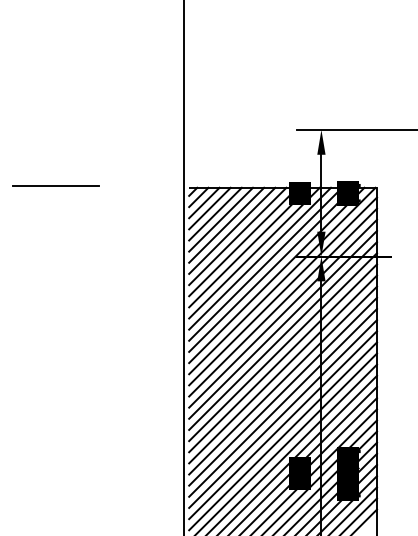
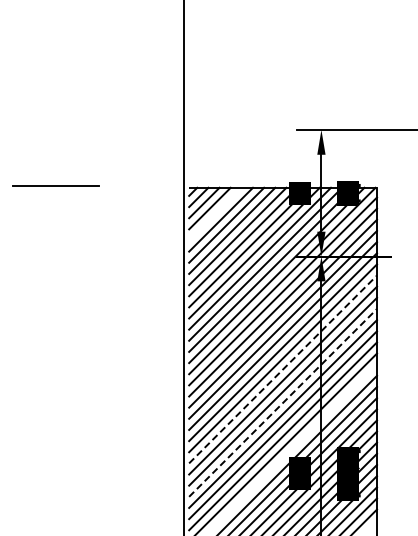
line at (215, 213): present -> none
line at (283, 369): solid -> dashed
line at (283, 402): solid -> dashed
line at (293, 448): present -> none
